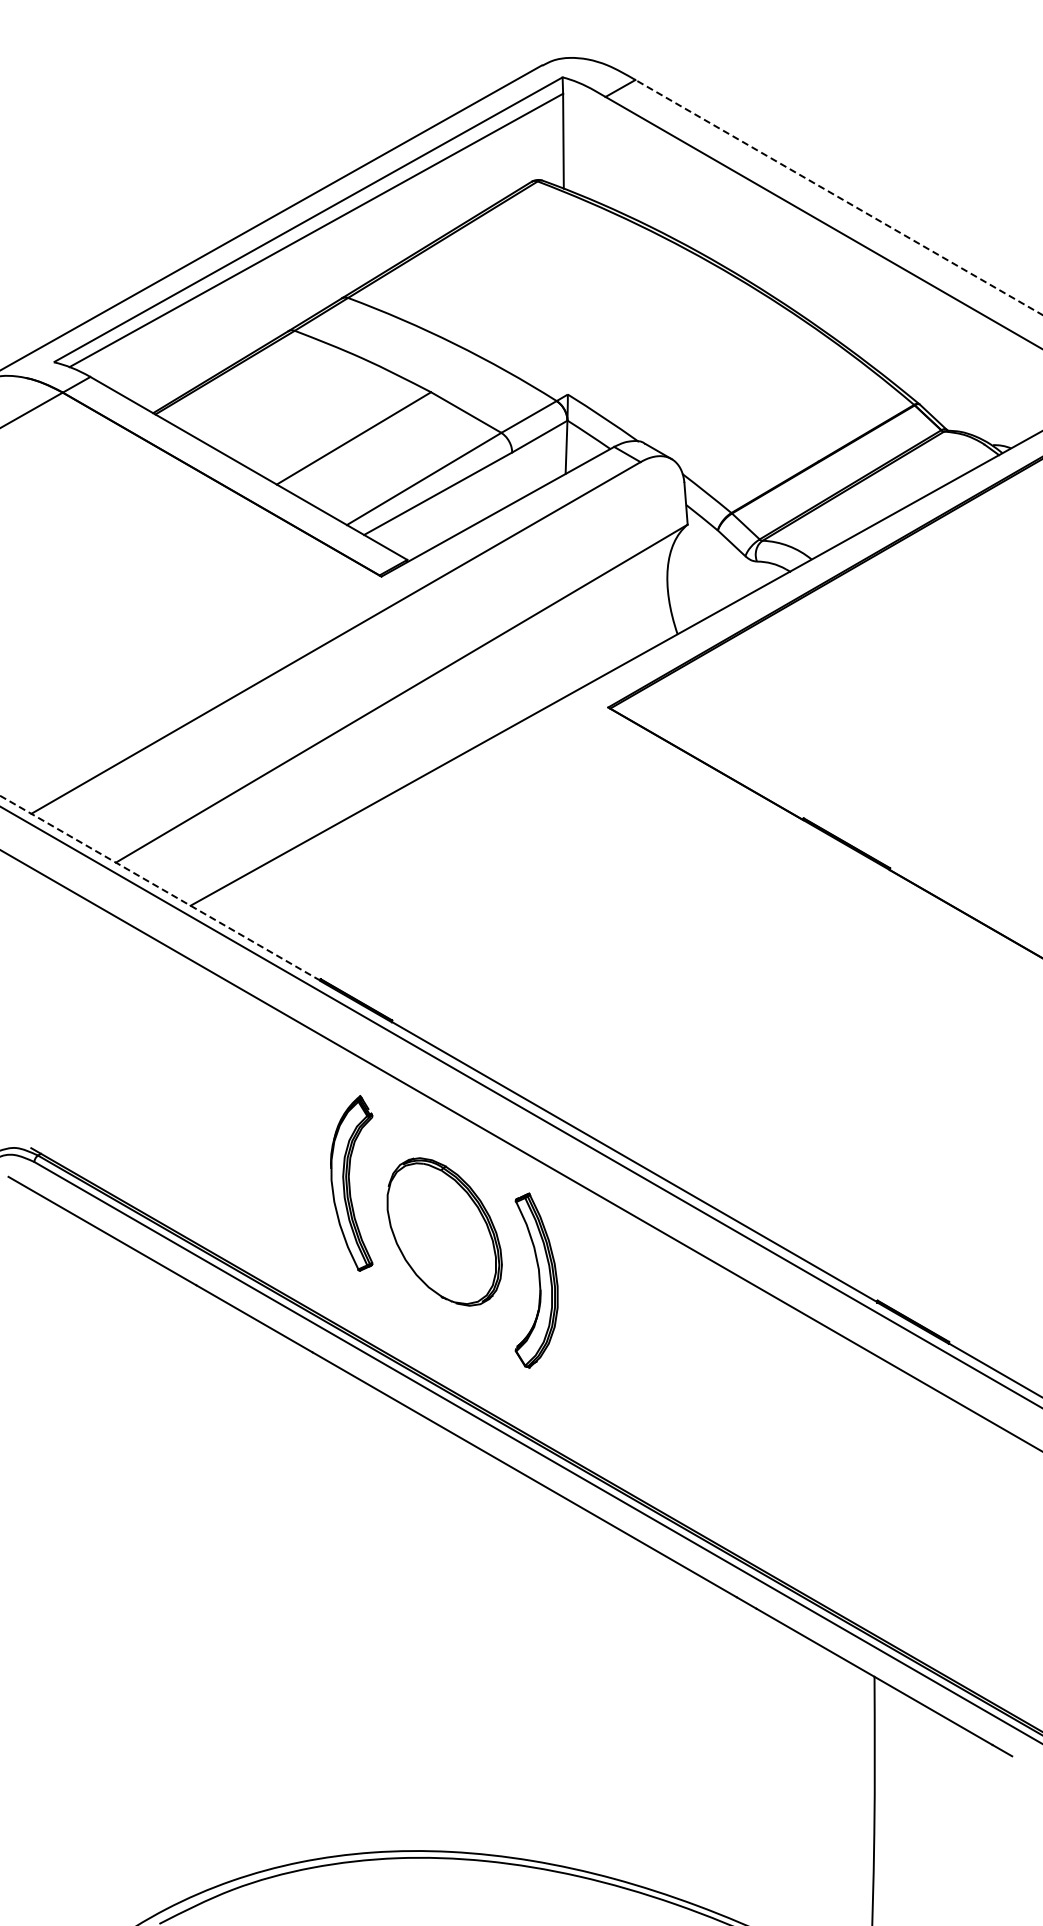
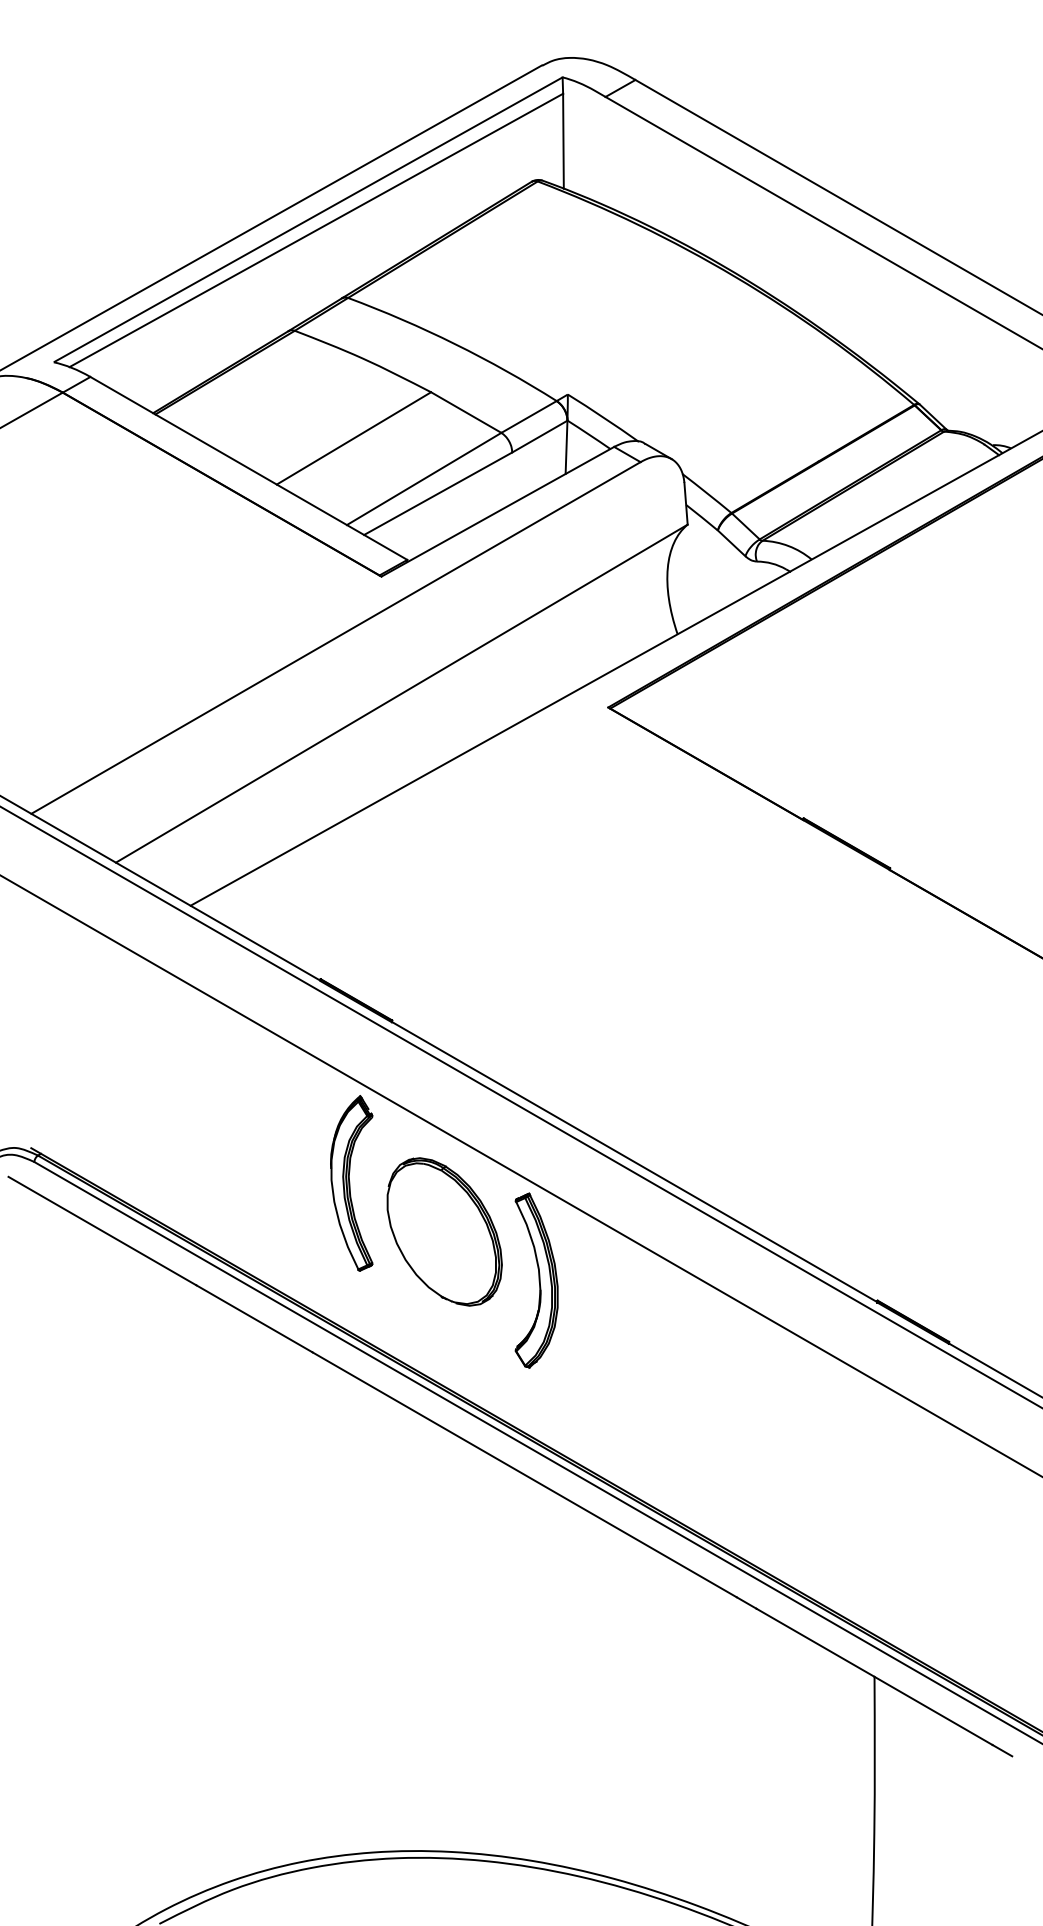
line at (838, 197): dashed -> solid
line at (160, 888): dashed -> solid
line at (520, 1150) position: (520, 1150) -> (520, 1175)
